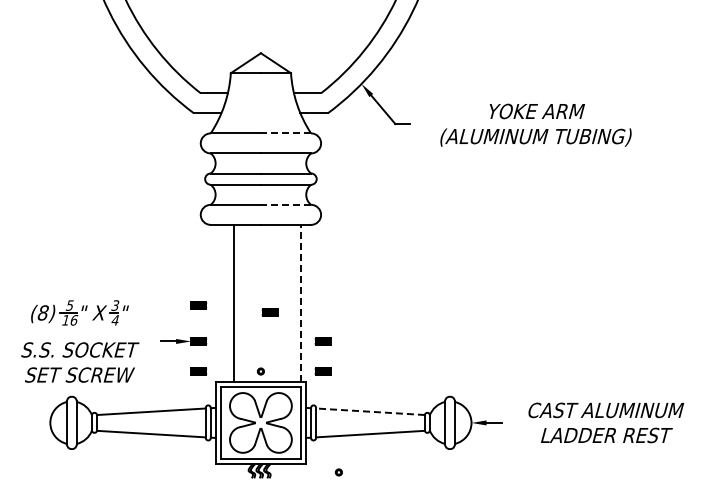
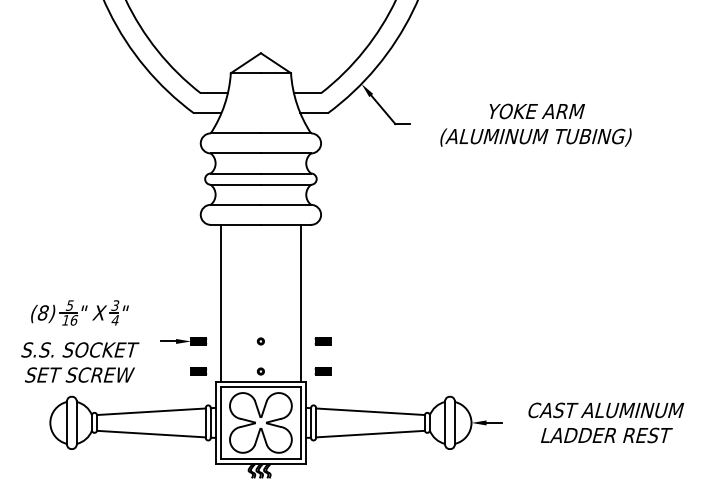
line at (285, 133): dashed -> solid
line at (285, 204): dashed -> solid
line at (233, 302) position: (233, 302) -> (220, 302)
line at (301, 302): dashed -> solid
part at (198, 305): present -> none
part at (269, 312): present -> none
line at (369, 411): dashed -> solid
part at (338, 472) position: (338, 472) -> (260, 341)
